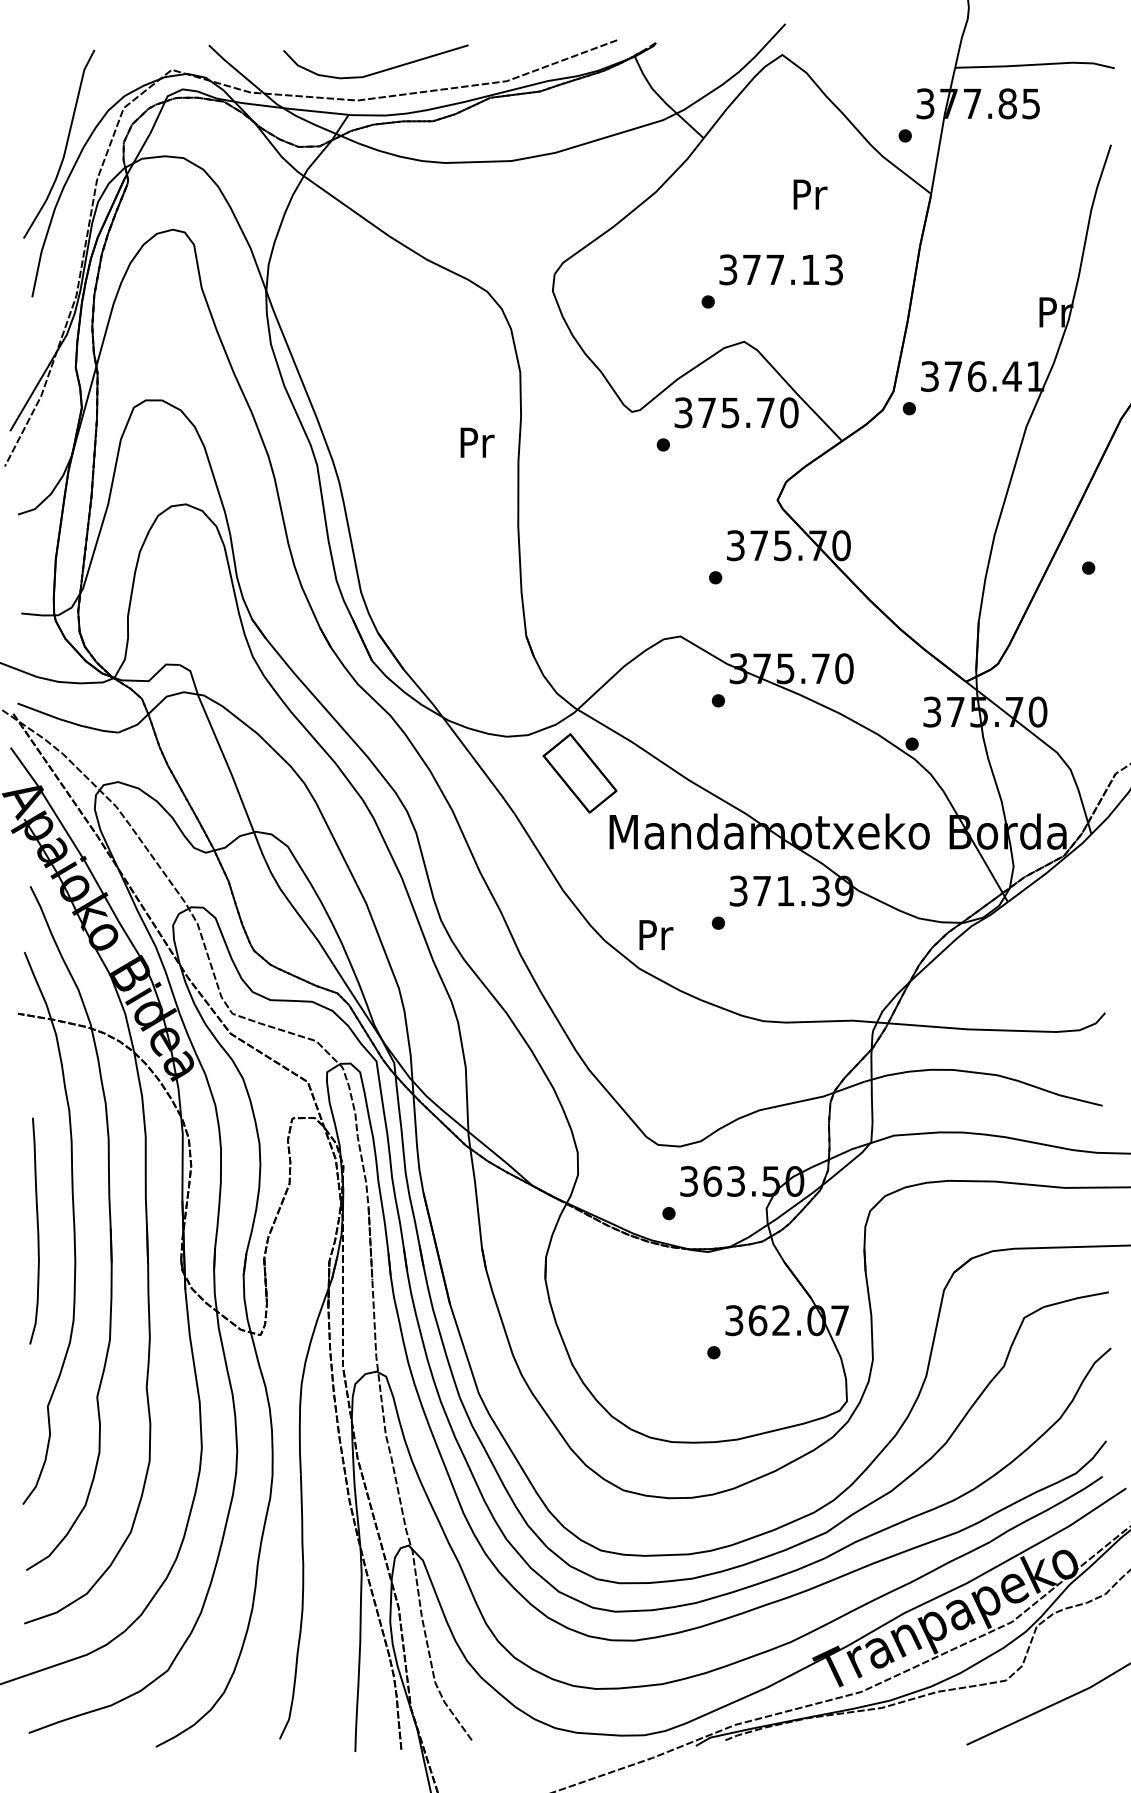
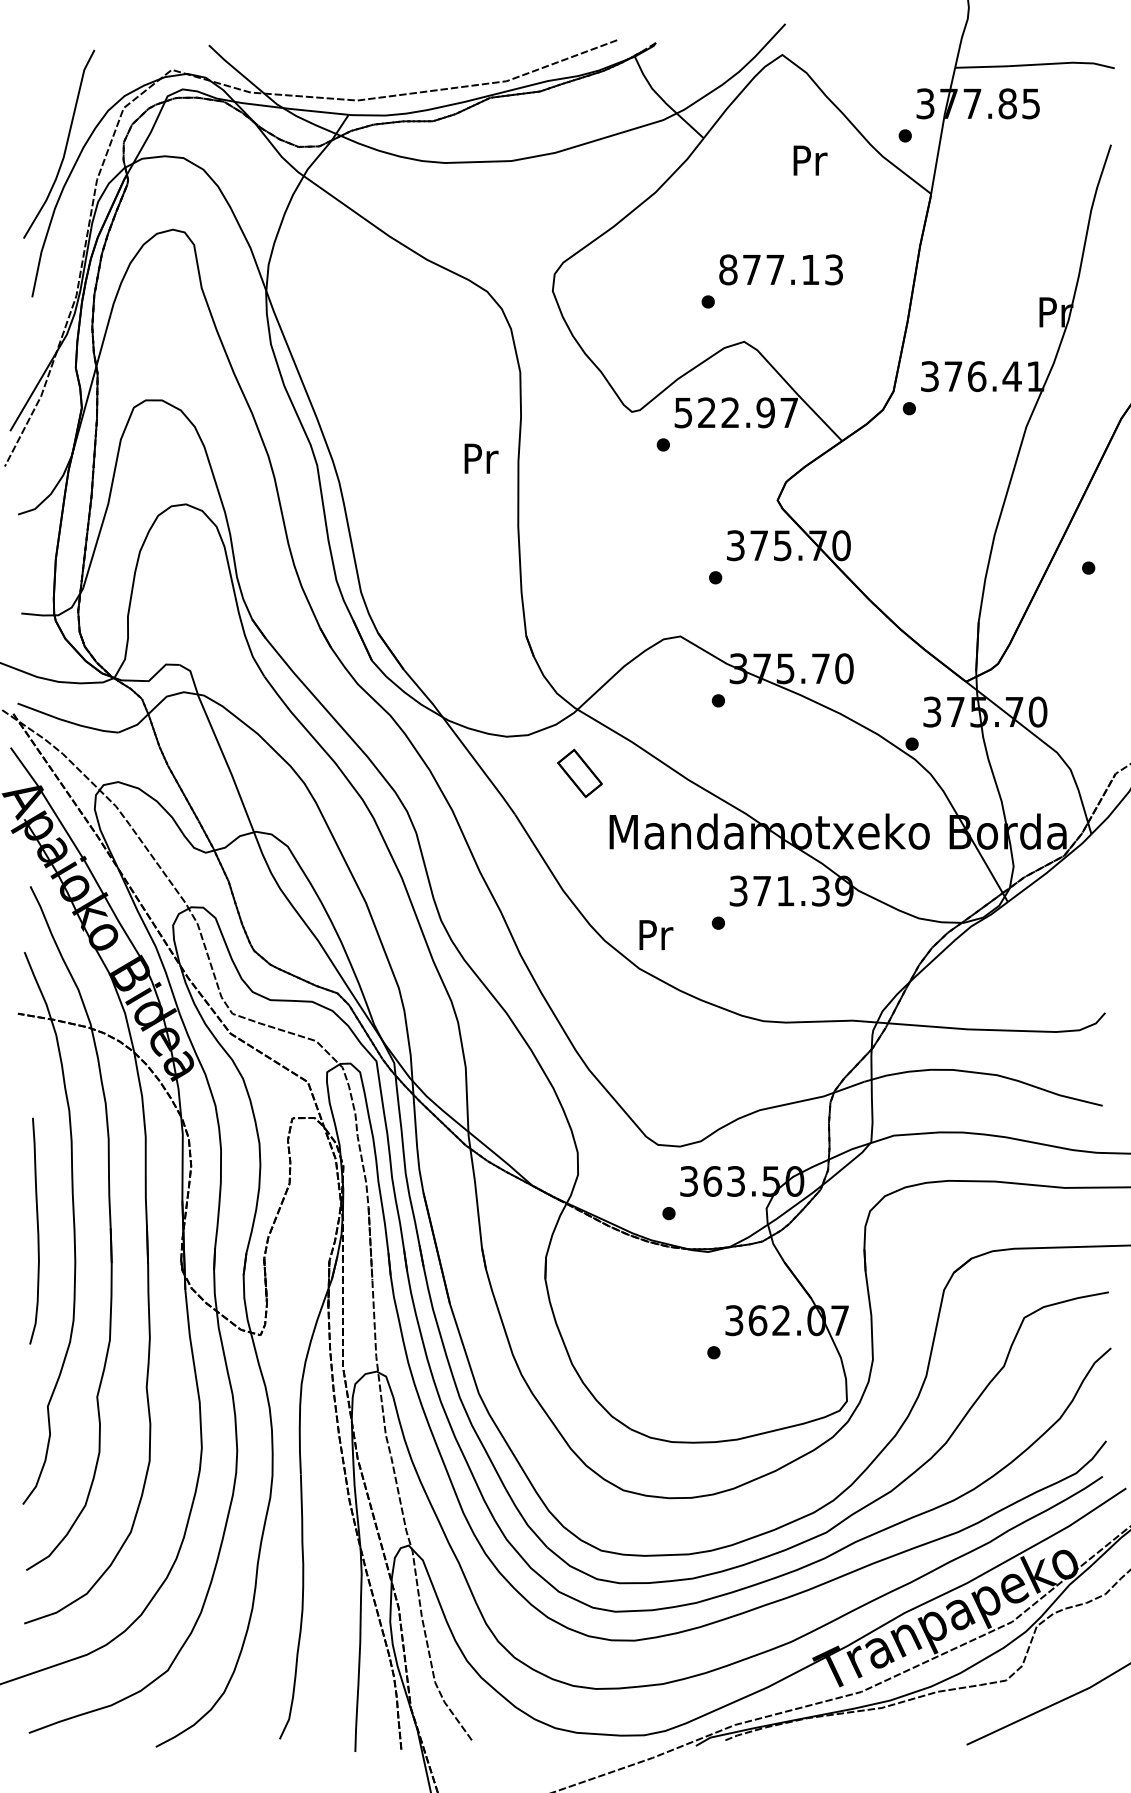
curve at (377, 71): present -> none
text at (810, 194) position: (810, 194) -> (810, 160)
text at (728, 269): 377.13 -> 877.13
text at (736, 412): 375.70 -> 522.97
text at (477, 442) position: (477, 442) -> (481, 458)
part at (579, 773) size: 76x81 px -> 46x50 px
